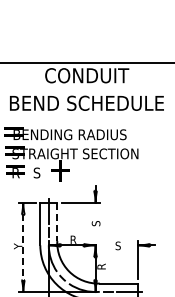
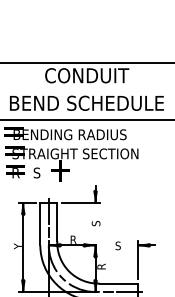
line at (86, 120): none -> present
line at (57, 222): dashed -> solid
line at (23, 247): dashed -> solid
